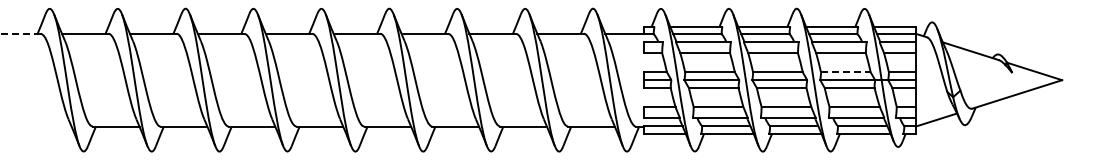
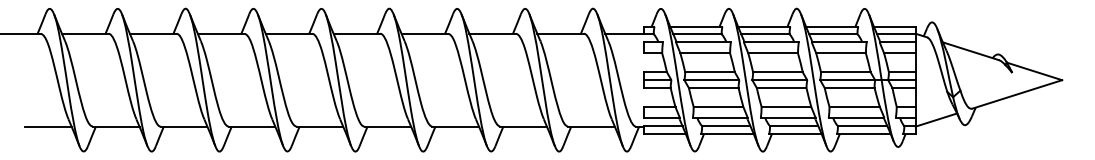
line at (19, 33): dashed -> solid
line at (845, 72): dashed -> solid
line at (47, 126): none -> present
